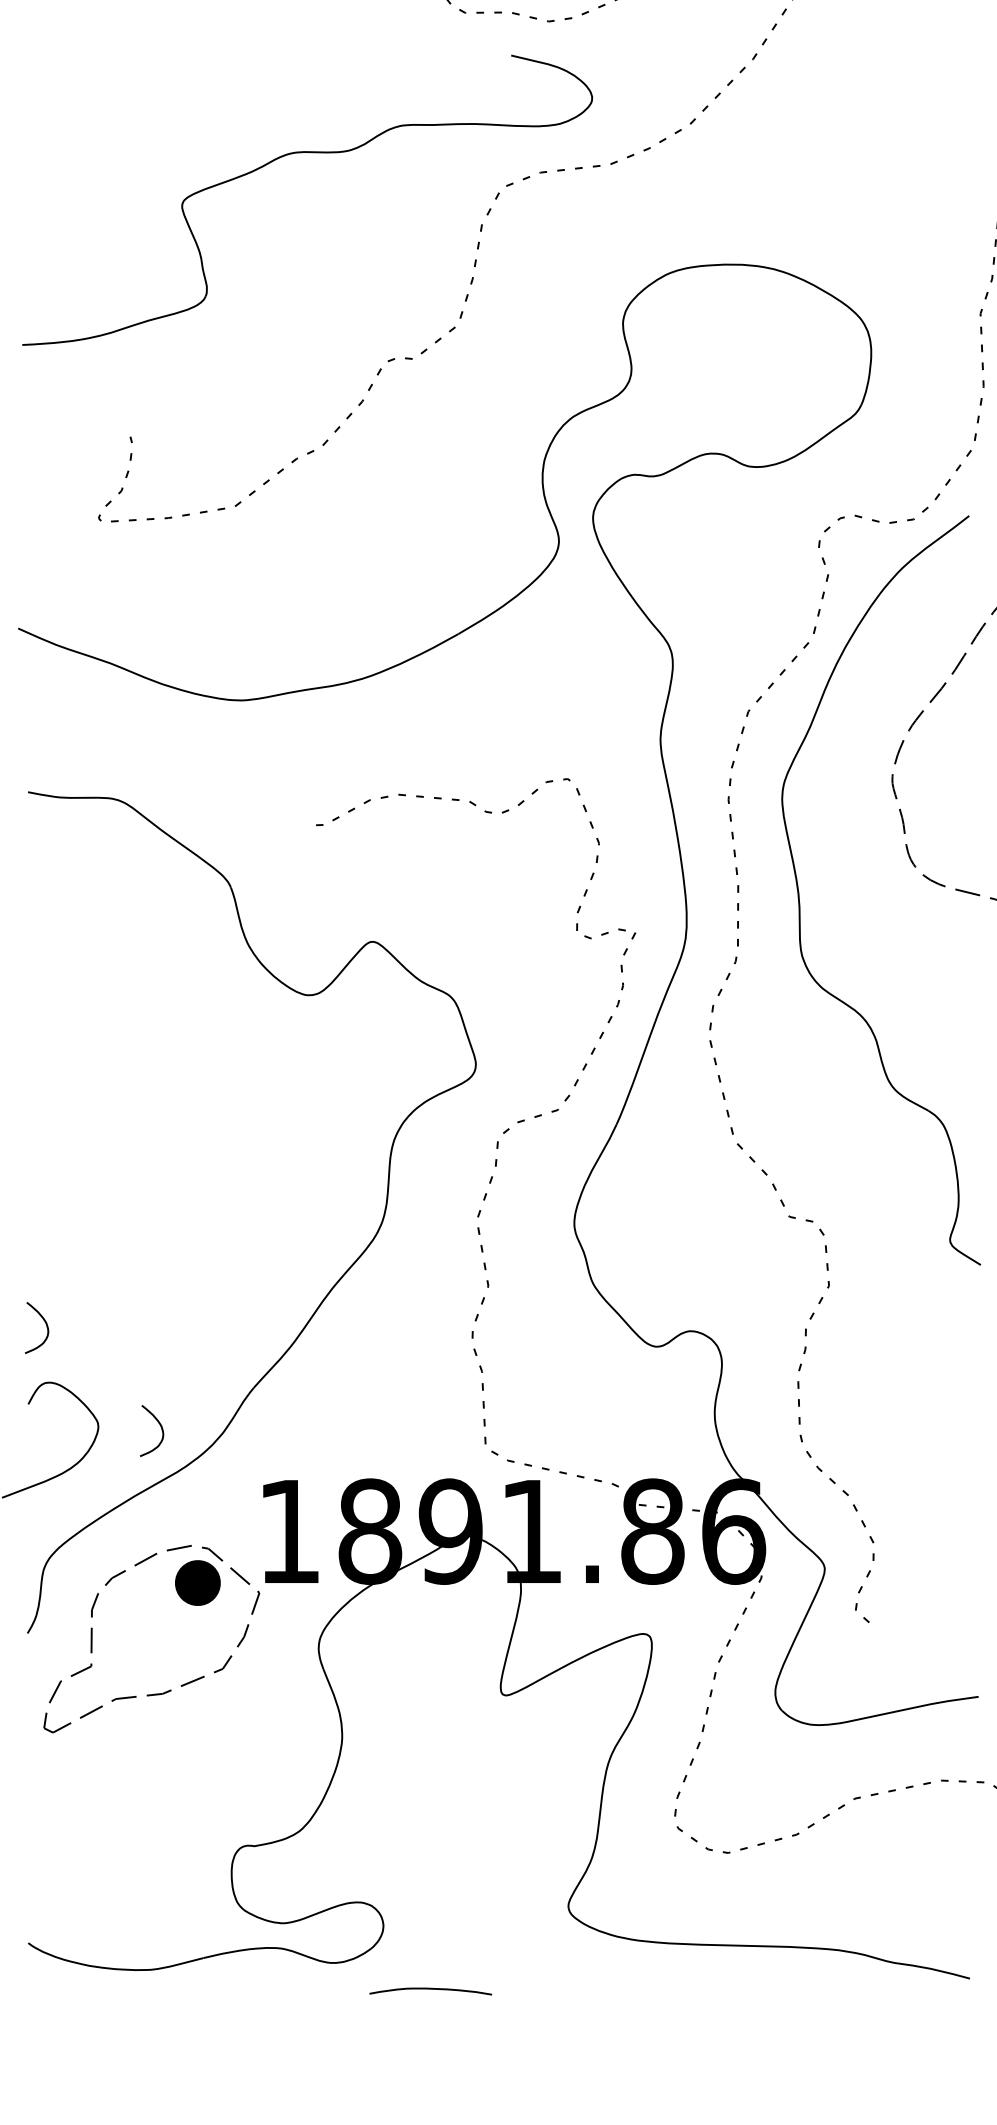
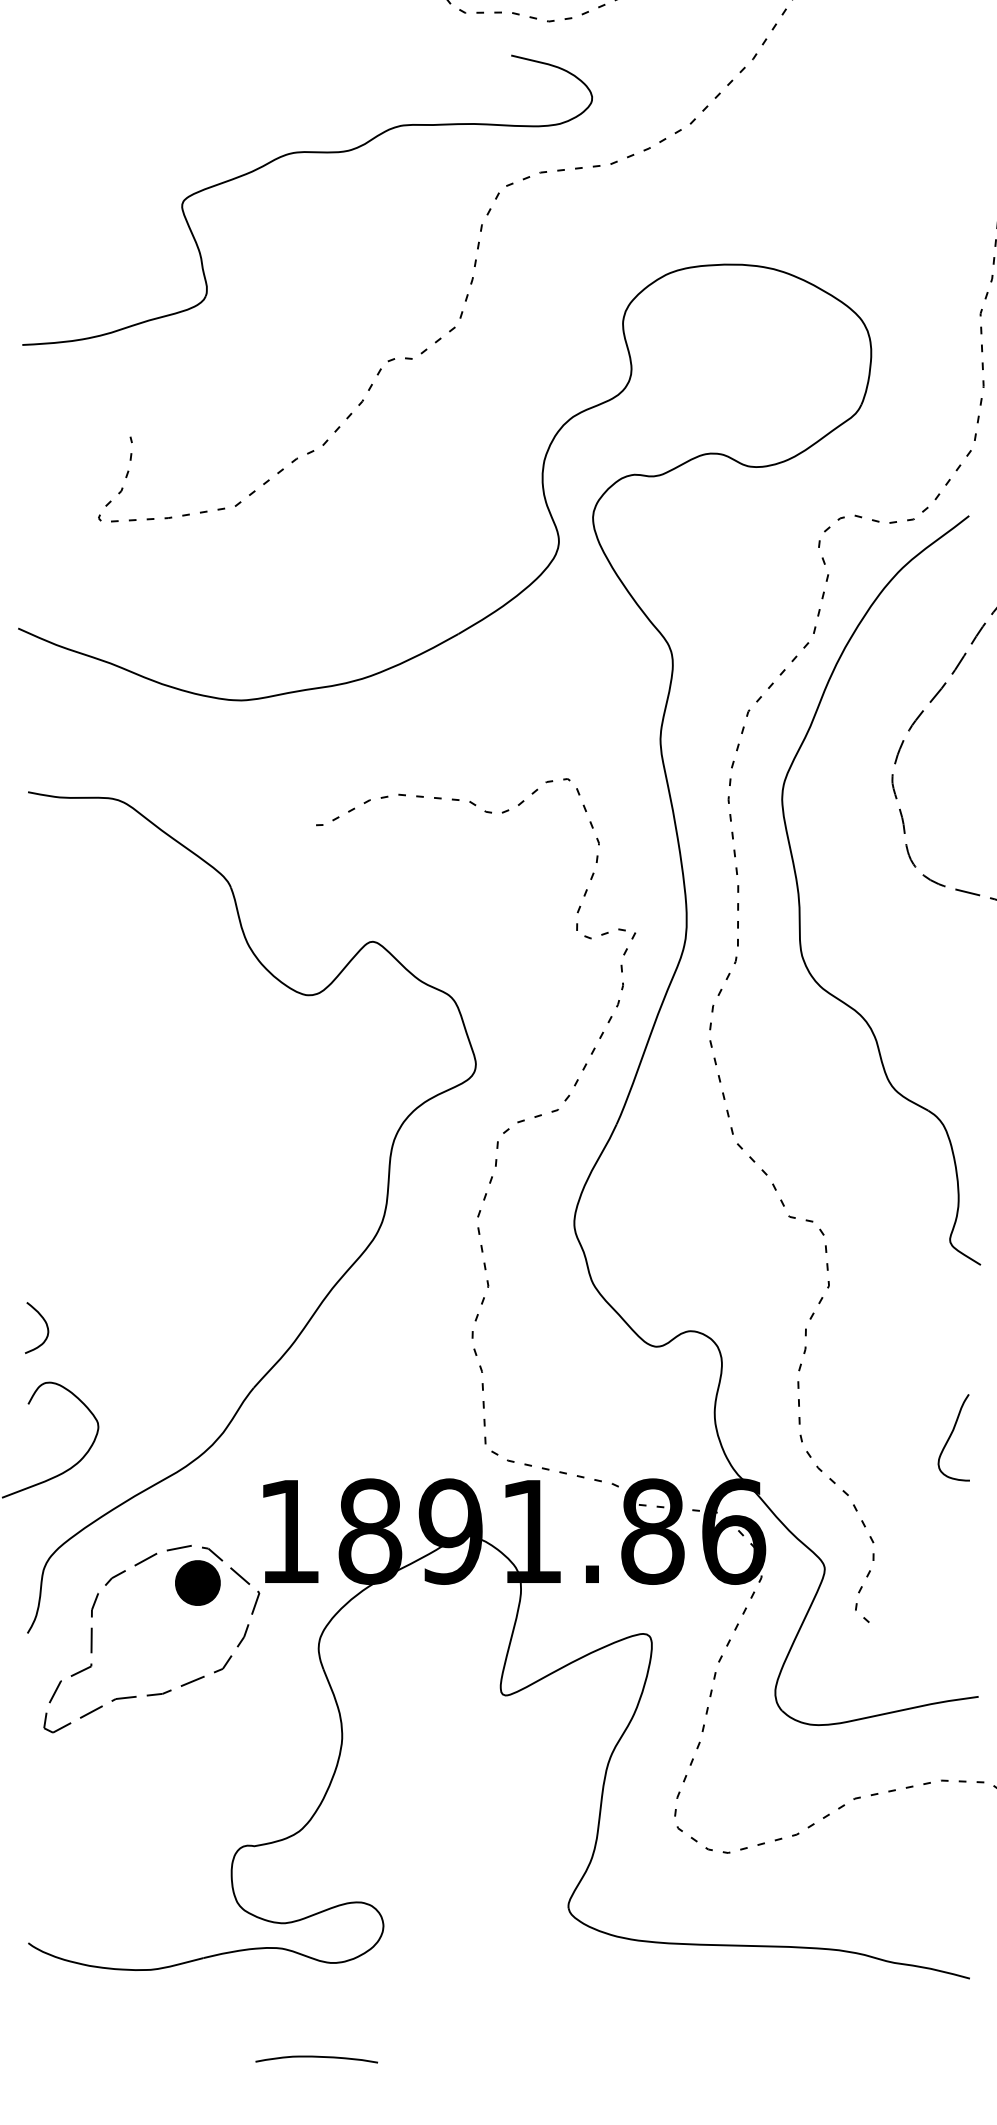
curve at (160, 1427): present -> none
curve at (951, 1436): none -> present
curve at (430, 1989) position: (430, 1989) -> (316, 2057)
